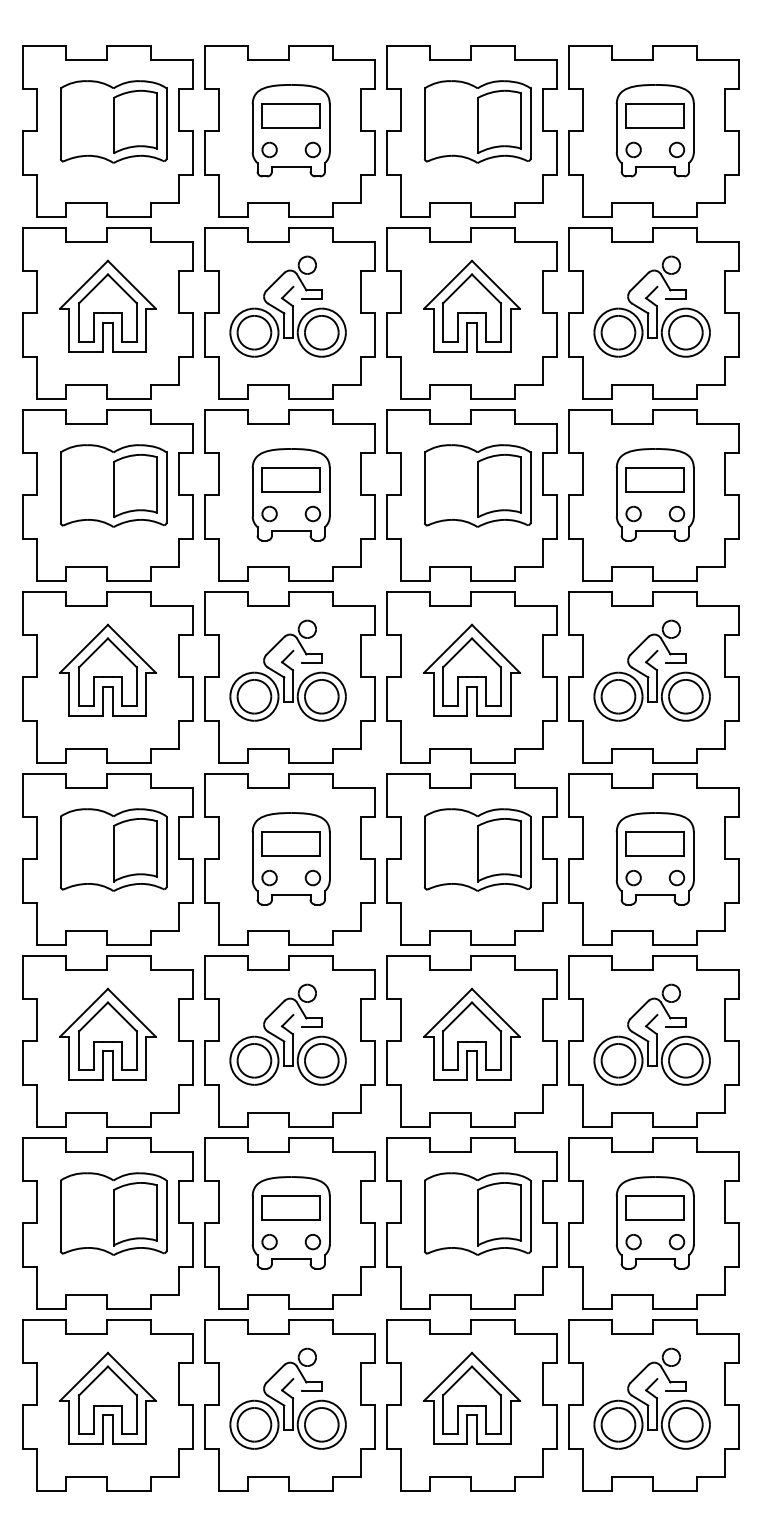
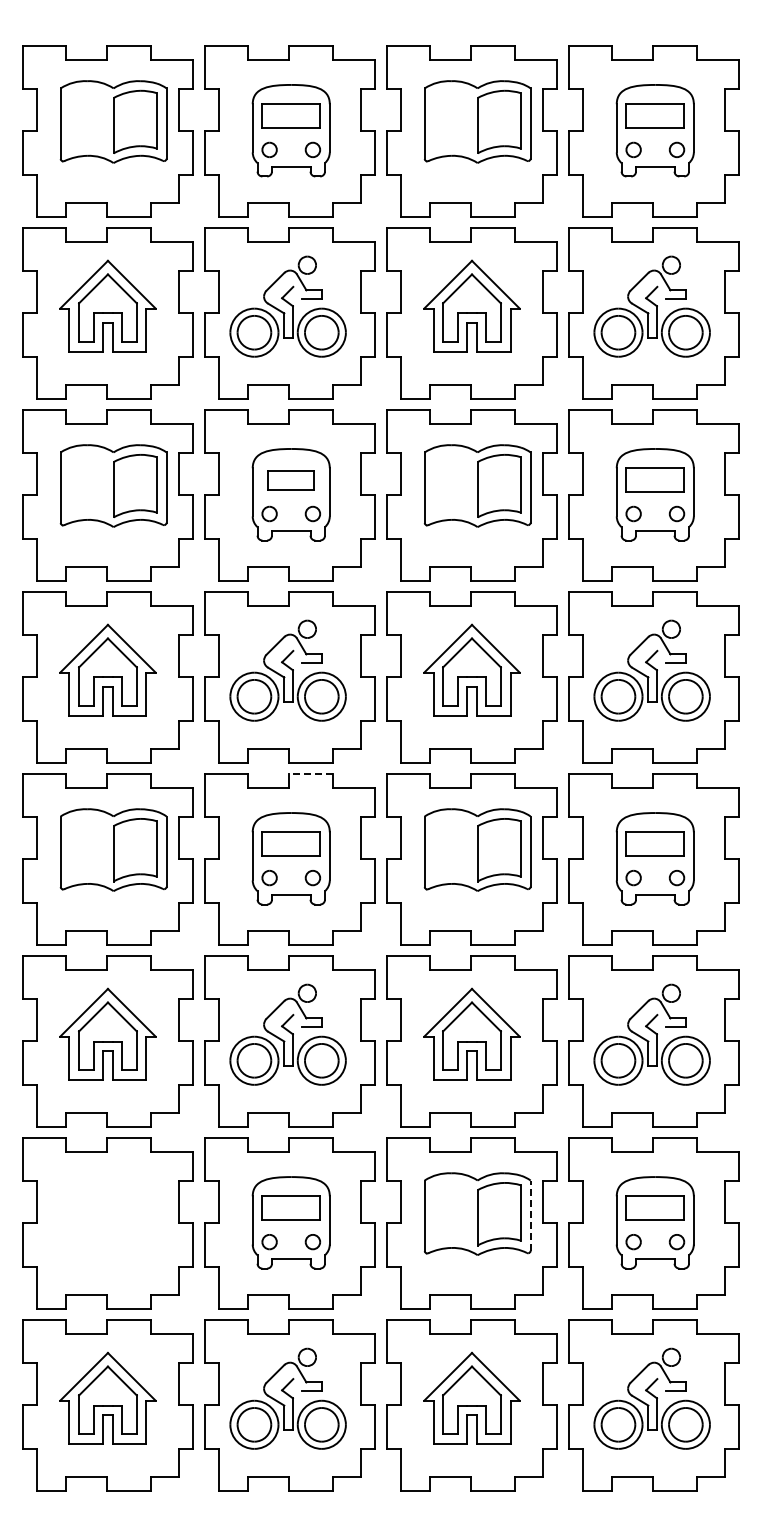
part at (290, 479) size: 60x26 px -> 48x21 px
line at (311, 774): solid -> dashed
part at (113, 1213): present -> none
line at (530, 1215): solid -> dashed
